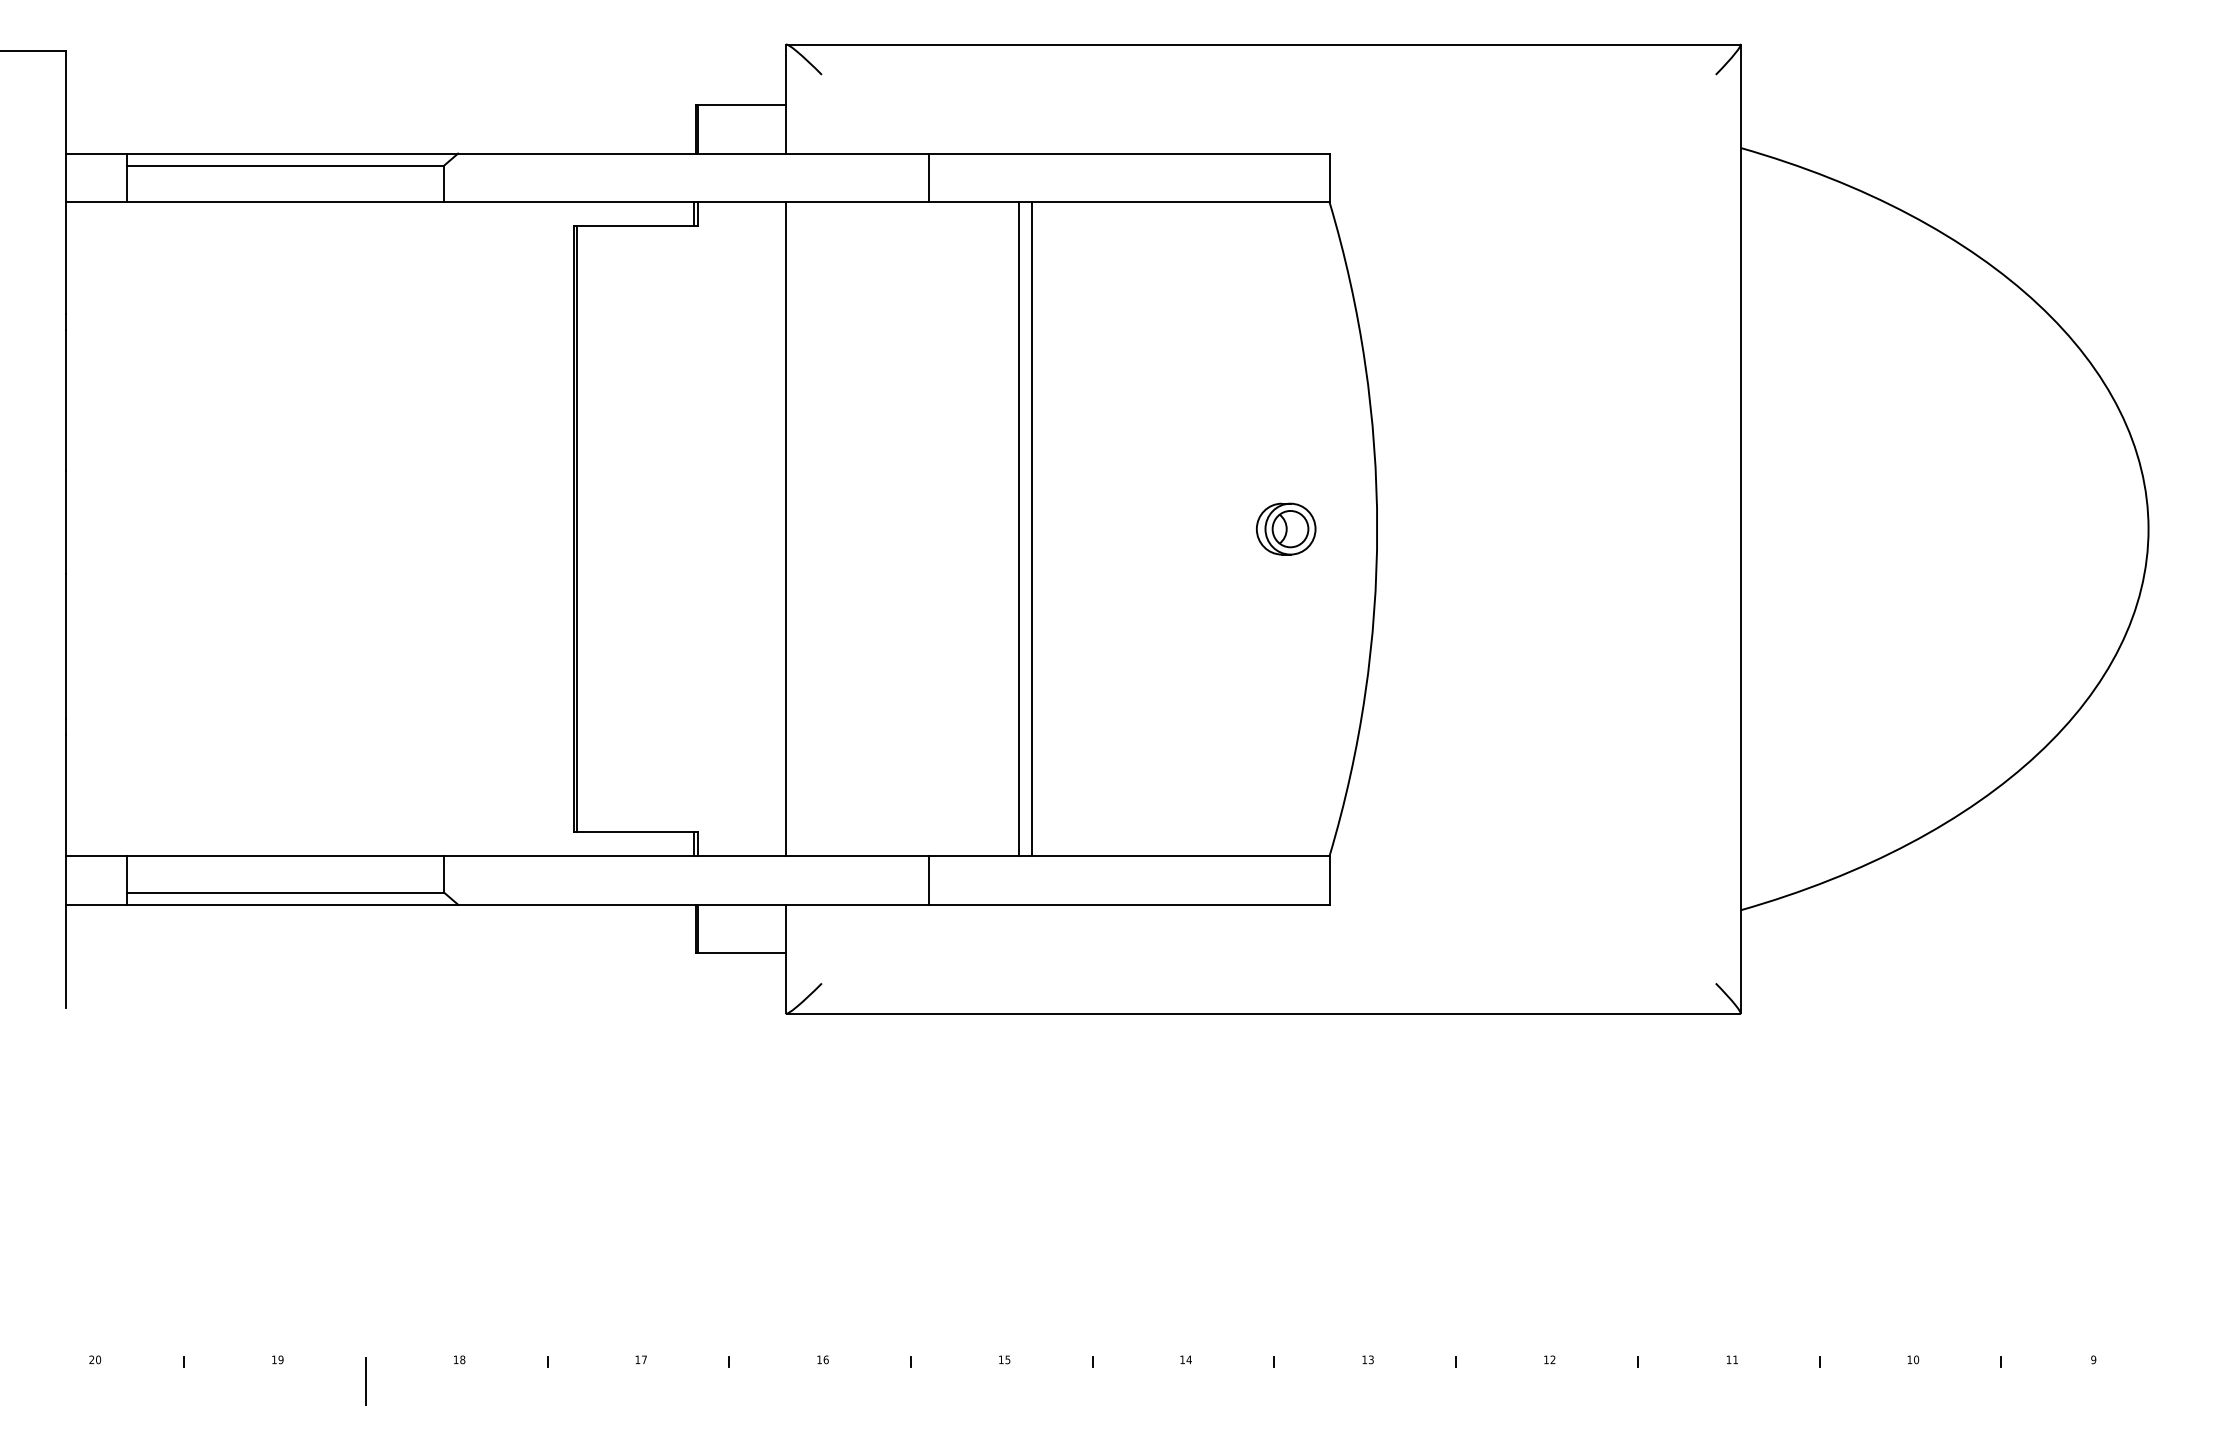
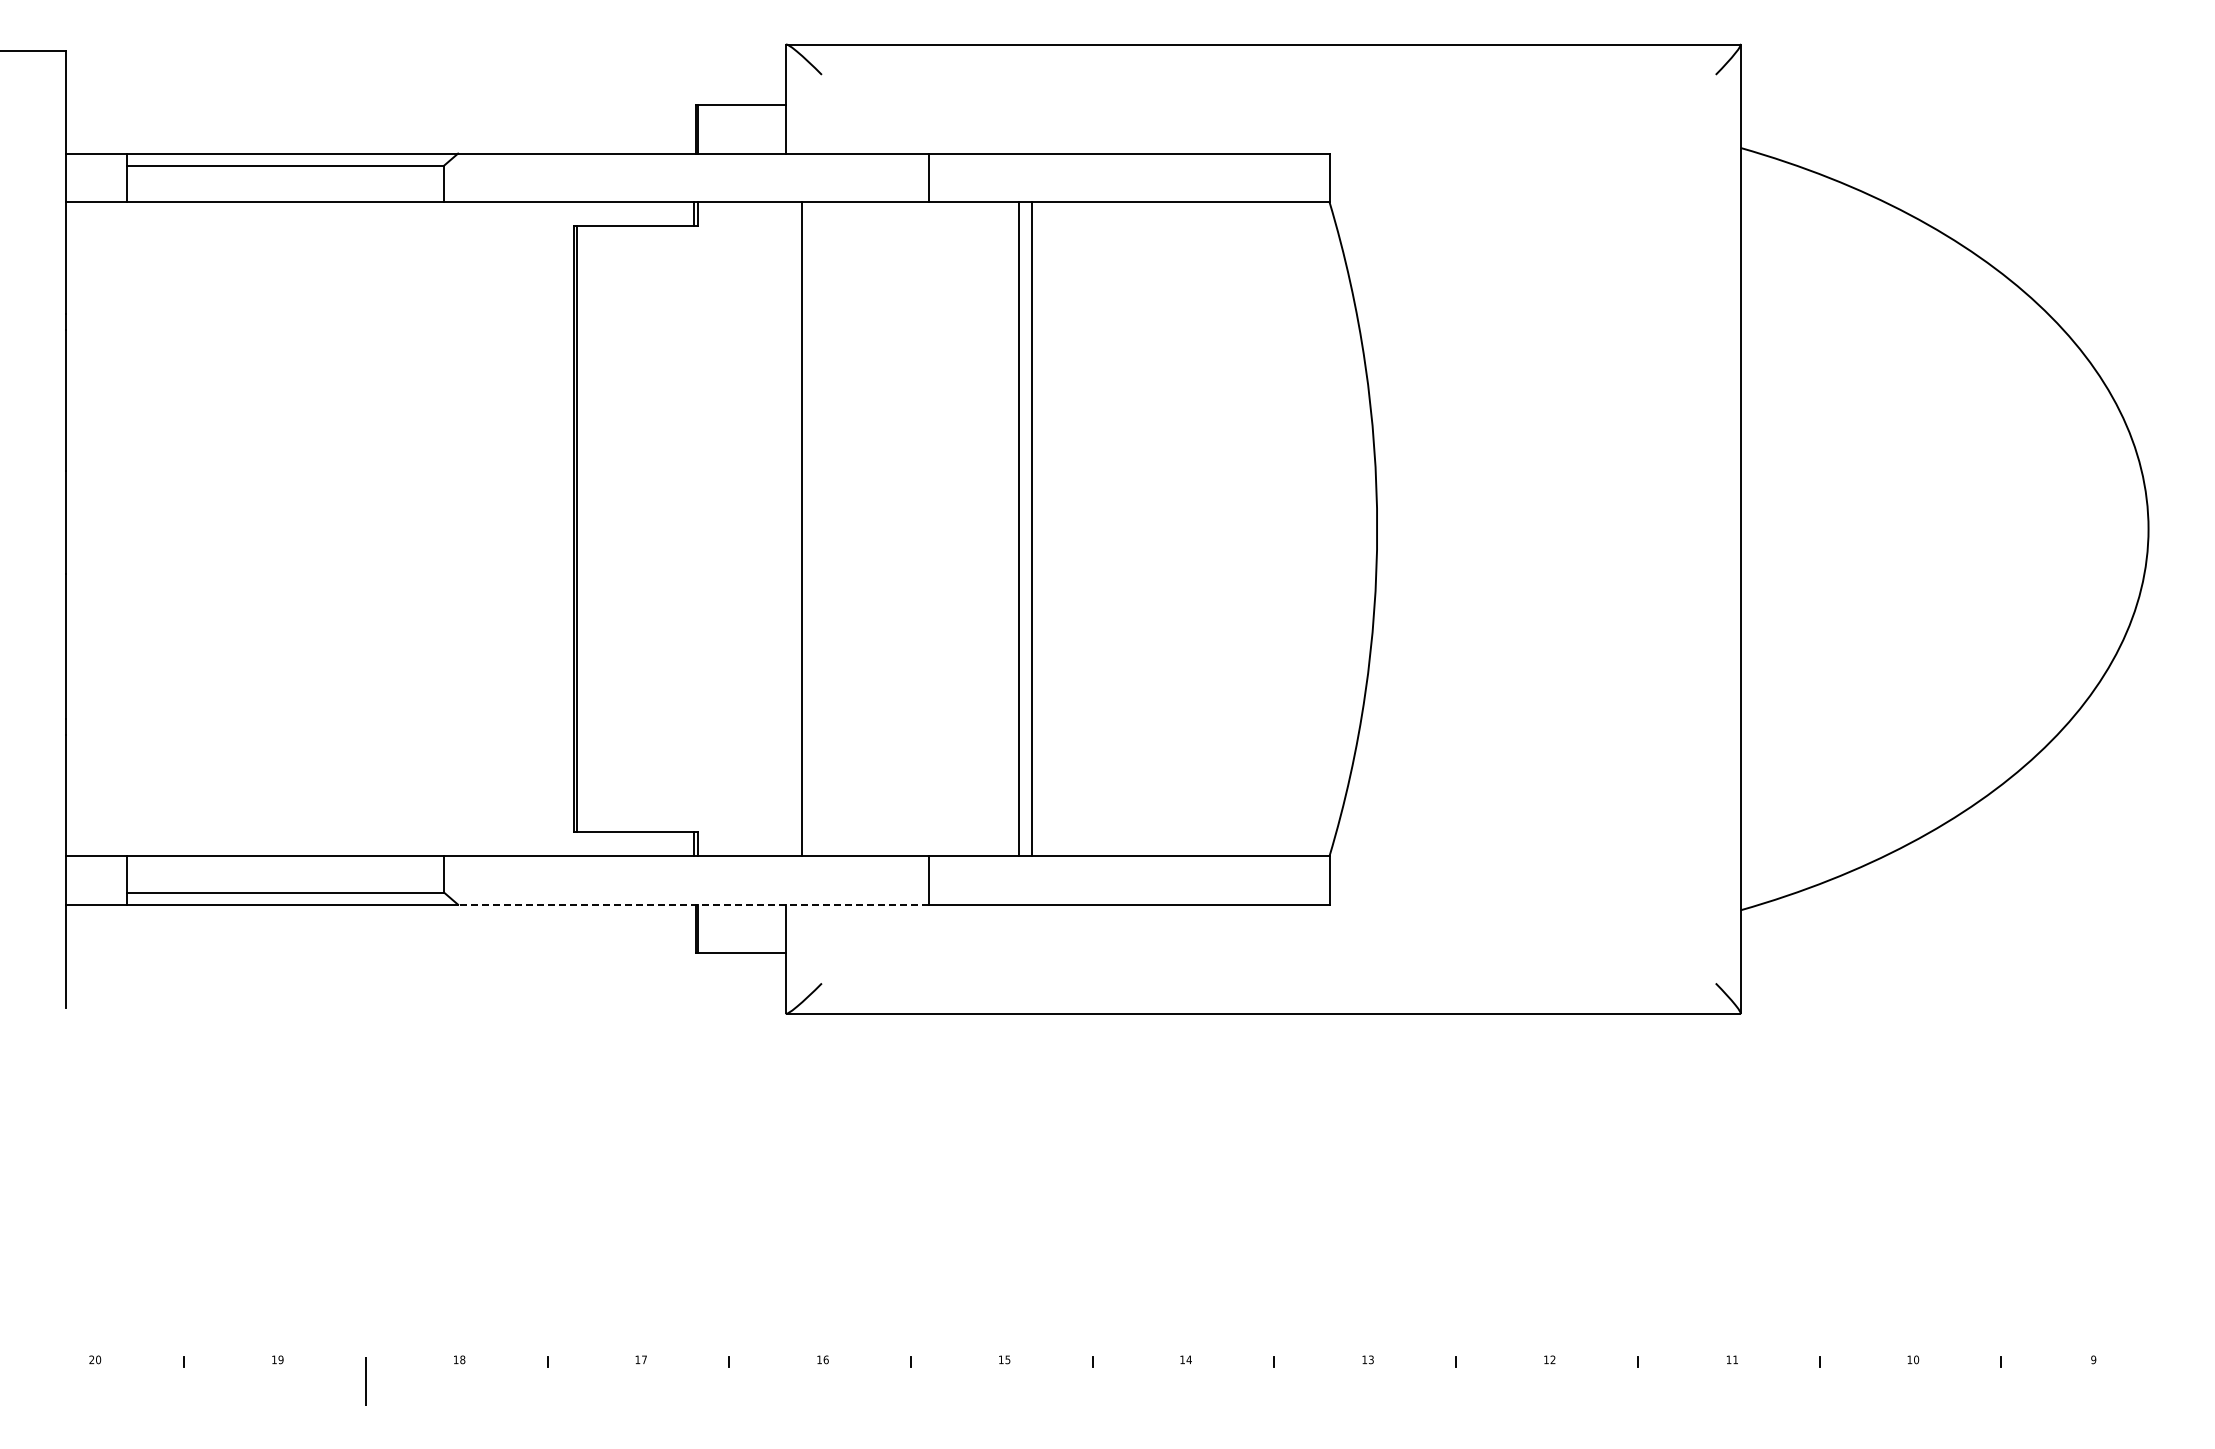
part at (1286, 528): present -> none
line at (786, 529) position: (786, 529) -> (802, 529)
line at (692, 904): solid -> dashed
